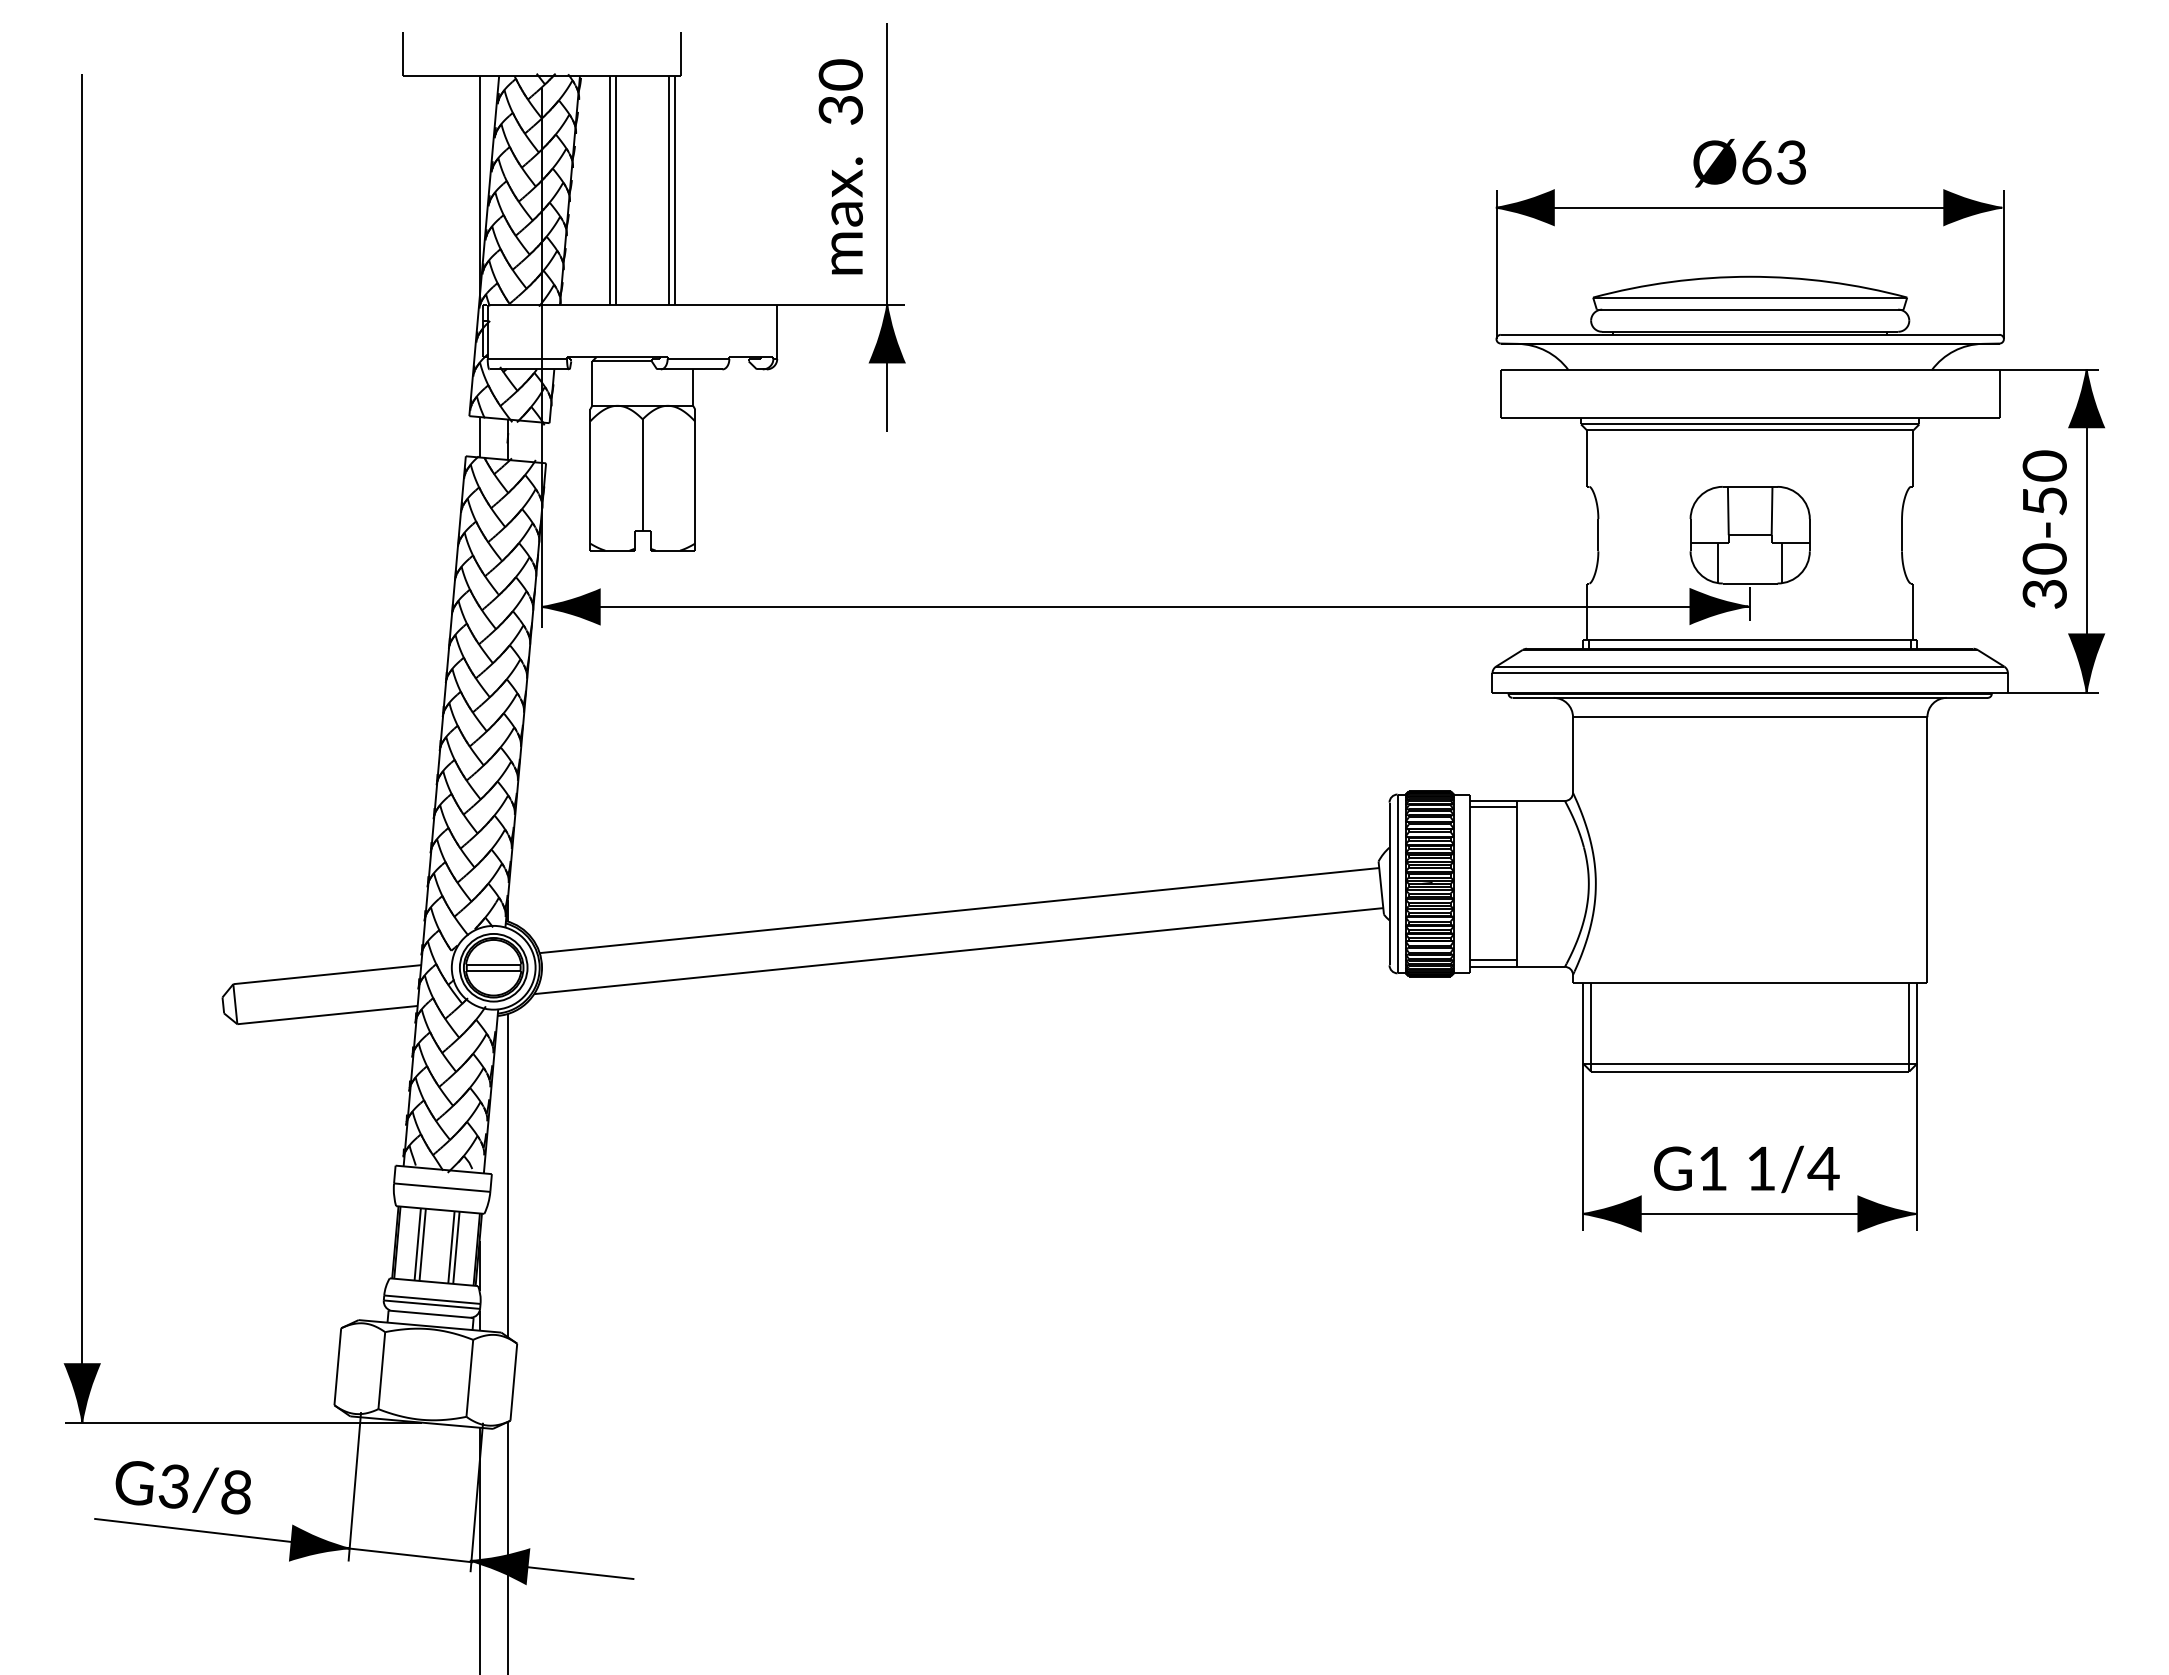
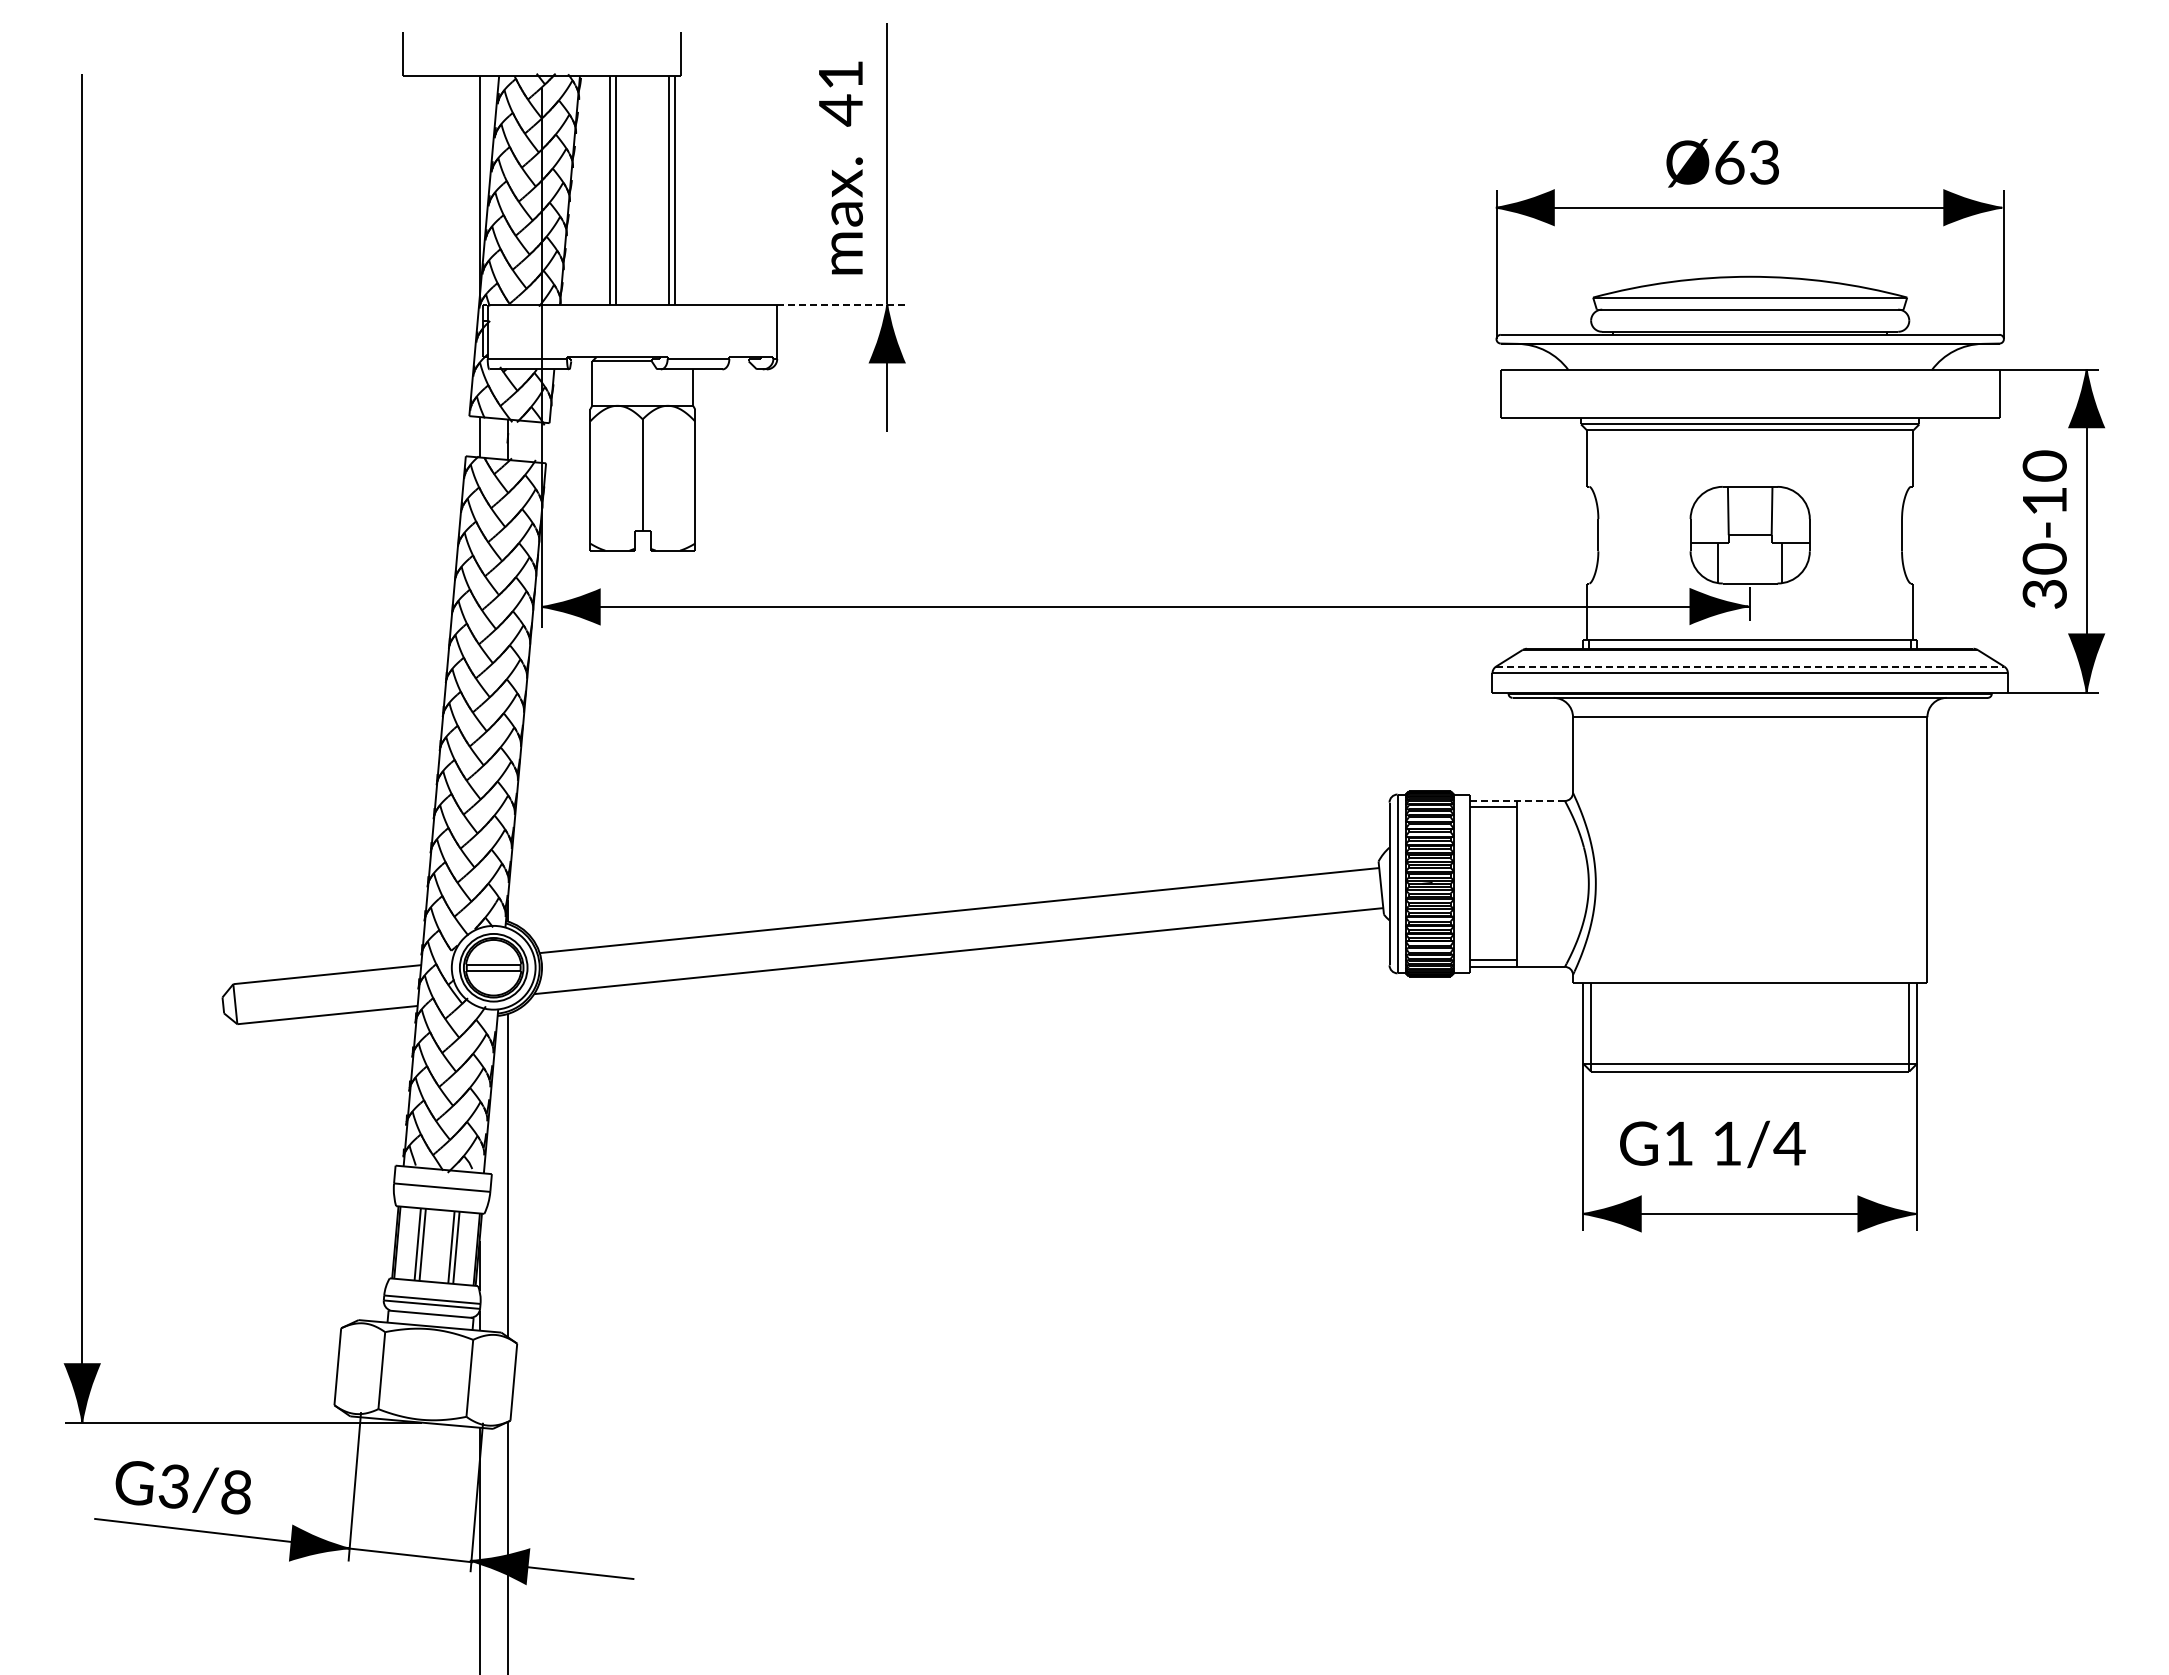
text at (840, 92): 30 -> 41
text at (1749, 163) position: (1749, 163) -> (1722, 163)
line at (840, 305): solid -> dashed
text at (2044, 501): 30-50 -> 30-10
line at (1750, 666): solid -> dashed
line at (1518, 800): solid -> dashed
text at (1746, 1169) position: (1746, 1169) -> (1712, 1144)
